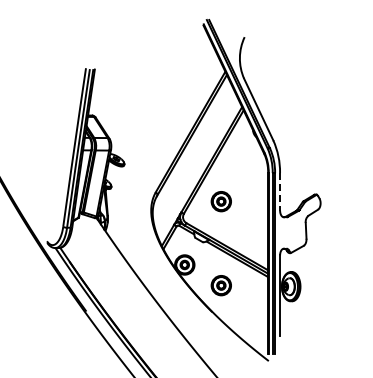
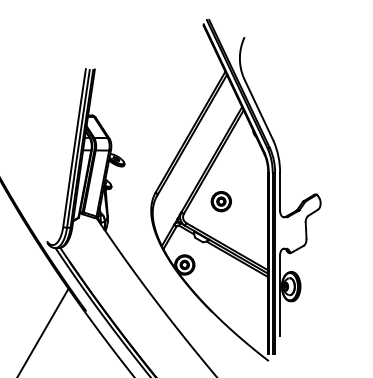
line at (280, 191): dashed -> solid
part at (220, 285): present -> none
line at (43, 331): none -> present
